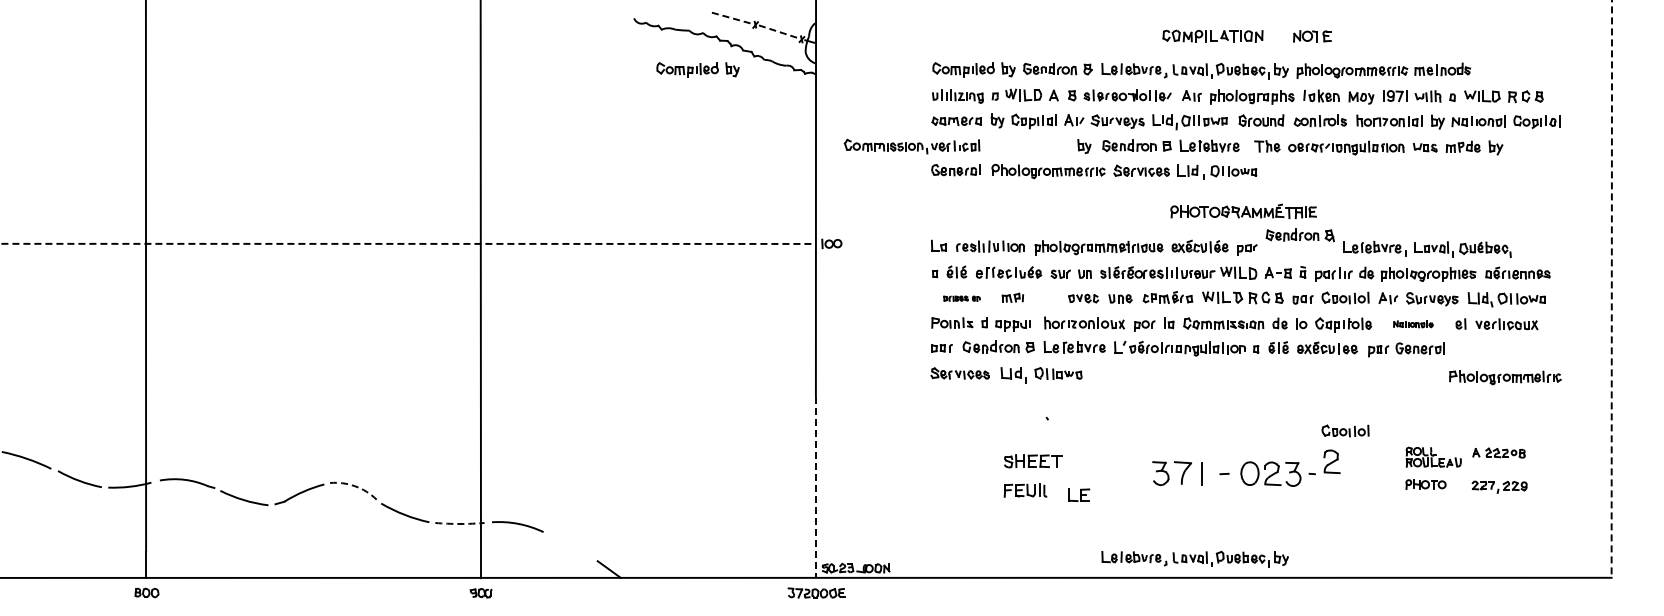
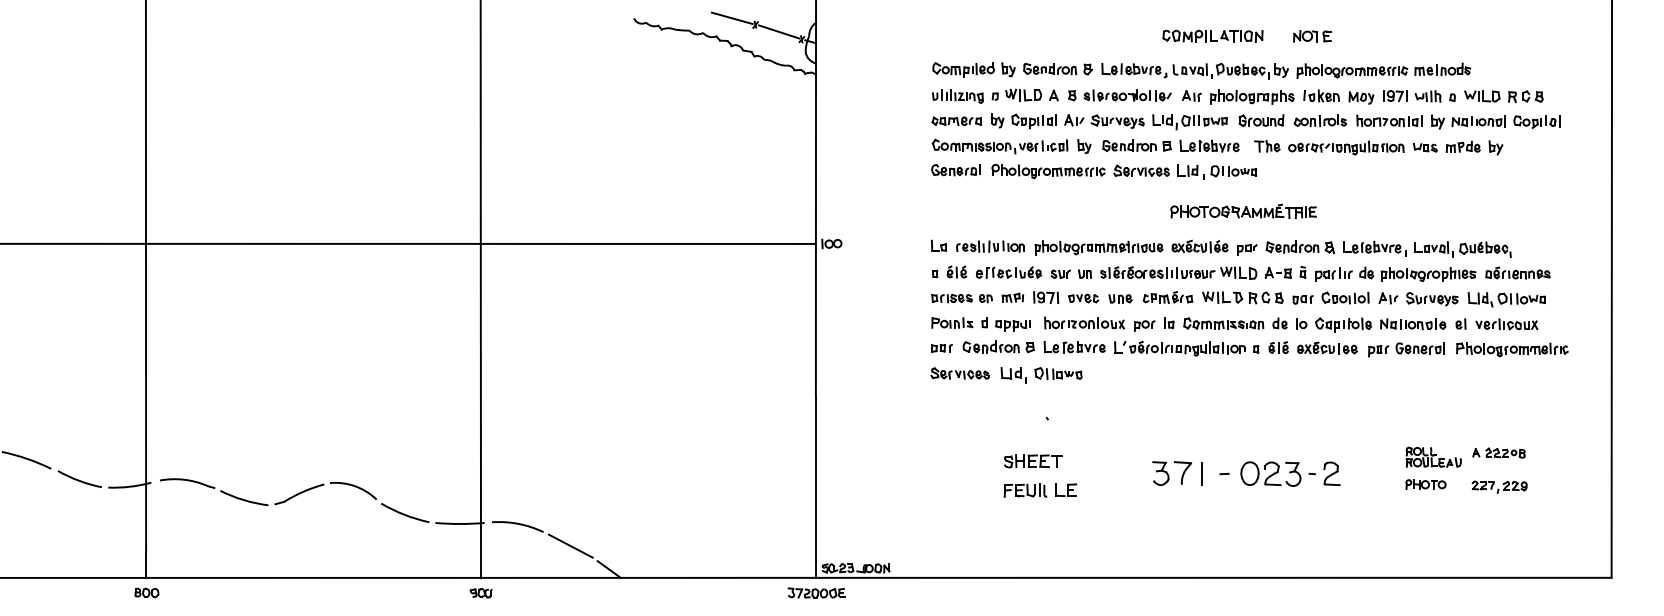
line at (732, 18): dashed -> solid
line at (779, 32): dashed -> solid
part at (697, 69): present -> none
part at (911, 146) position: (911, 146) -> (999, 146)
part at (1299, 235) position: (1299, 235) -> (1299, 247)
line at (408, 243): dashed -> solid
line at (1611, 289): dashed -> solid
part at (1046, 297): none -> present
part at (961, 298) size: 38x7 px -> 62x10 px
part at (1413, 324) size: 41x9 px -> 67x13 px
part at (1505, 377) position: (1505, 377) -> (1512, 349)
part at (1345, 430): present -> none
part at (1331, 461) position: (1331, 461) -> (1331, 473)
arc at (355, 486): dashed -> solid
line at (815, 487): dashed -> solid
part at (1079, 494) position: (1079, 494) -> (1066, 489)
arc at (459, 523): dashed -> solid
line at (570, 545): none -> present
part at (1194, 558): present -> none
